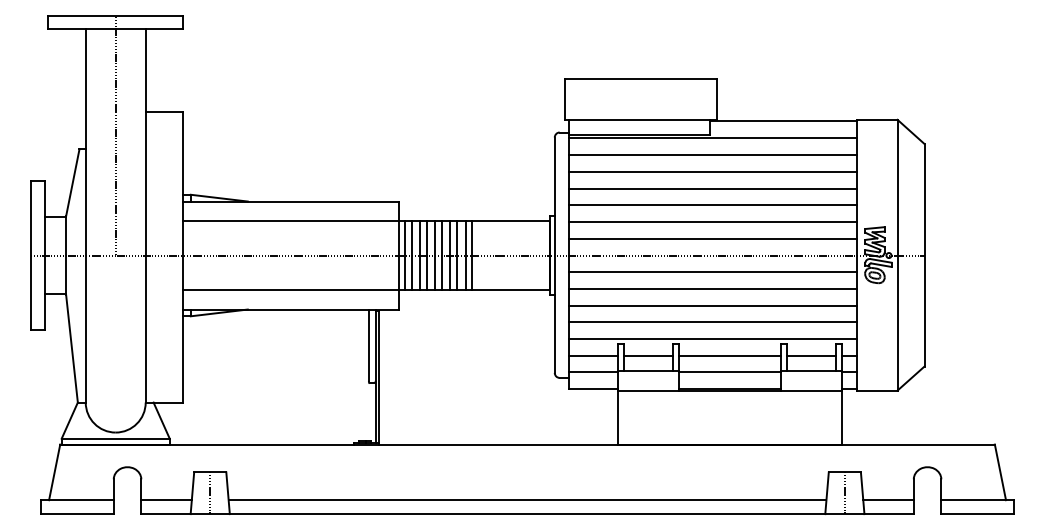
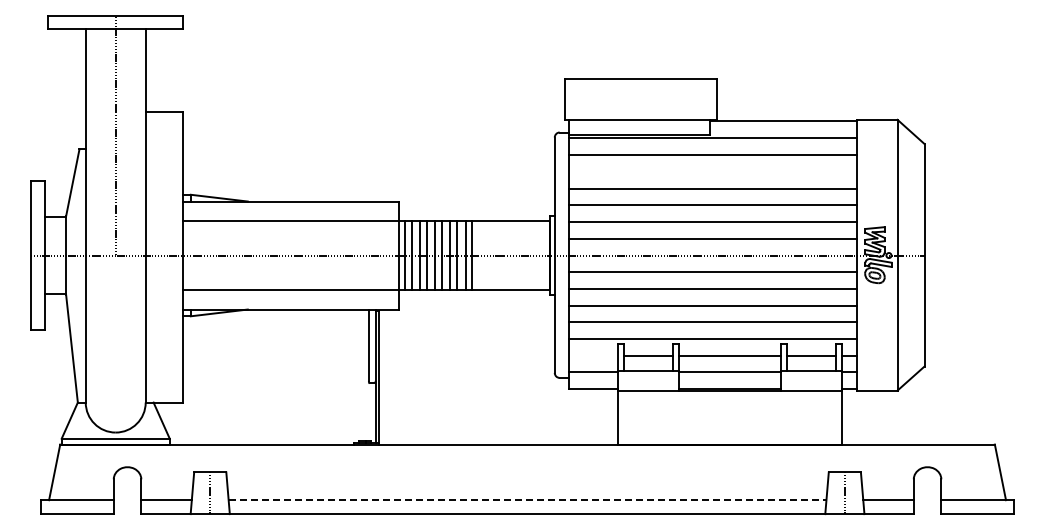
line at (713, 171): present -> none
line at (593, 355): present -> none
line at (527, 500): solid -> dashed
